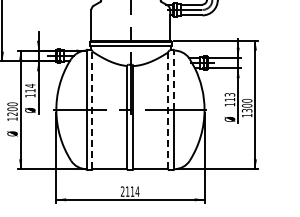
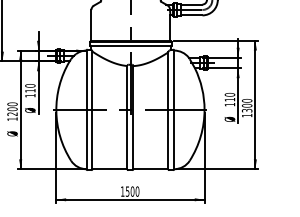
line at (174, 80): dashed -> solid
text at (30, 85): 114 -> 110
text at (229, 94): 113 -> 110
line at (92, 110): dashed -> solid
line at (168, 111): dashed -> solid
text at (129, 191): 2114 -> 1500
